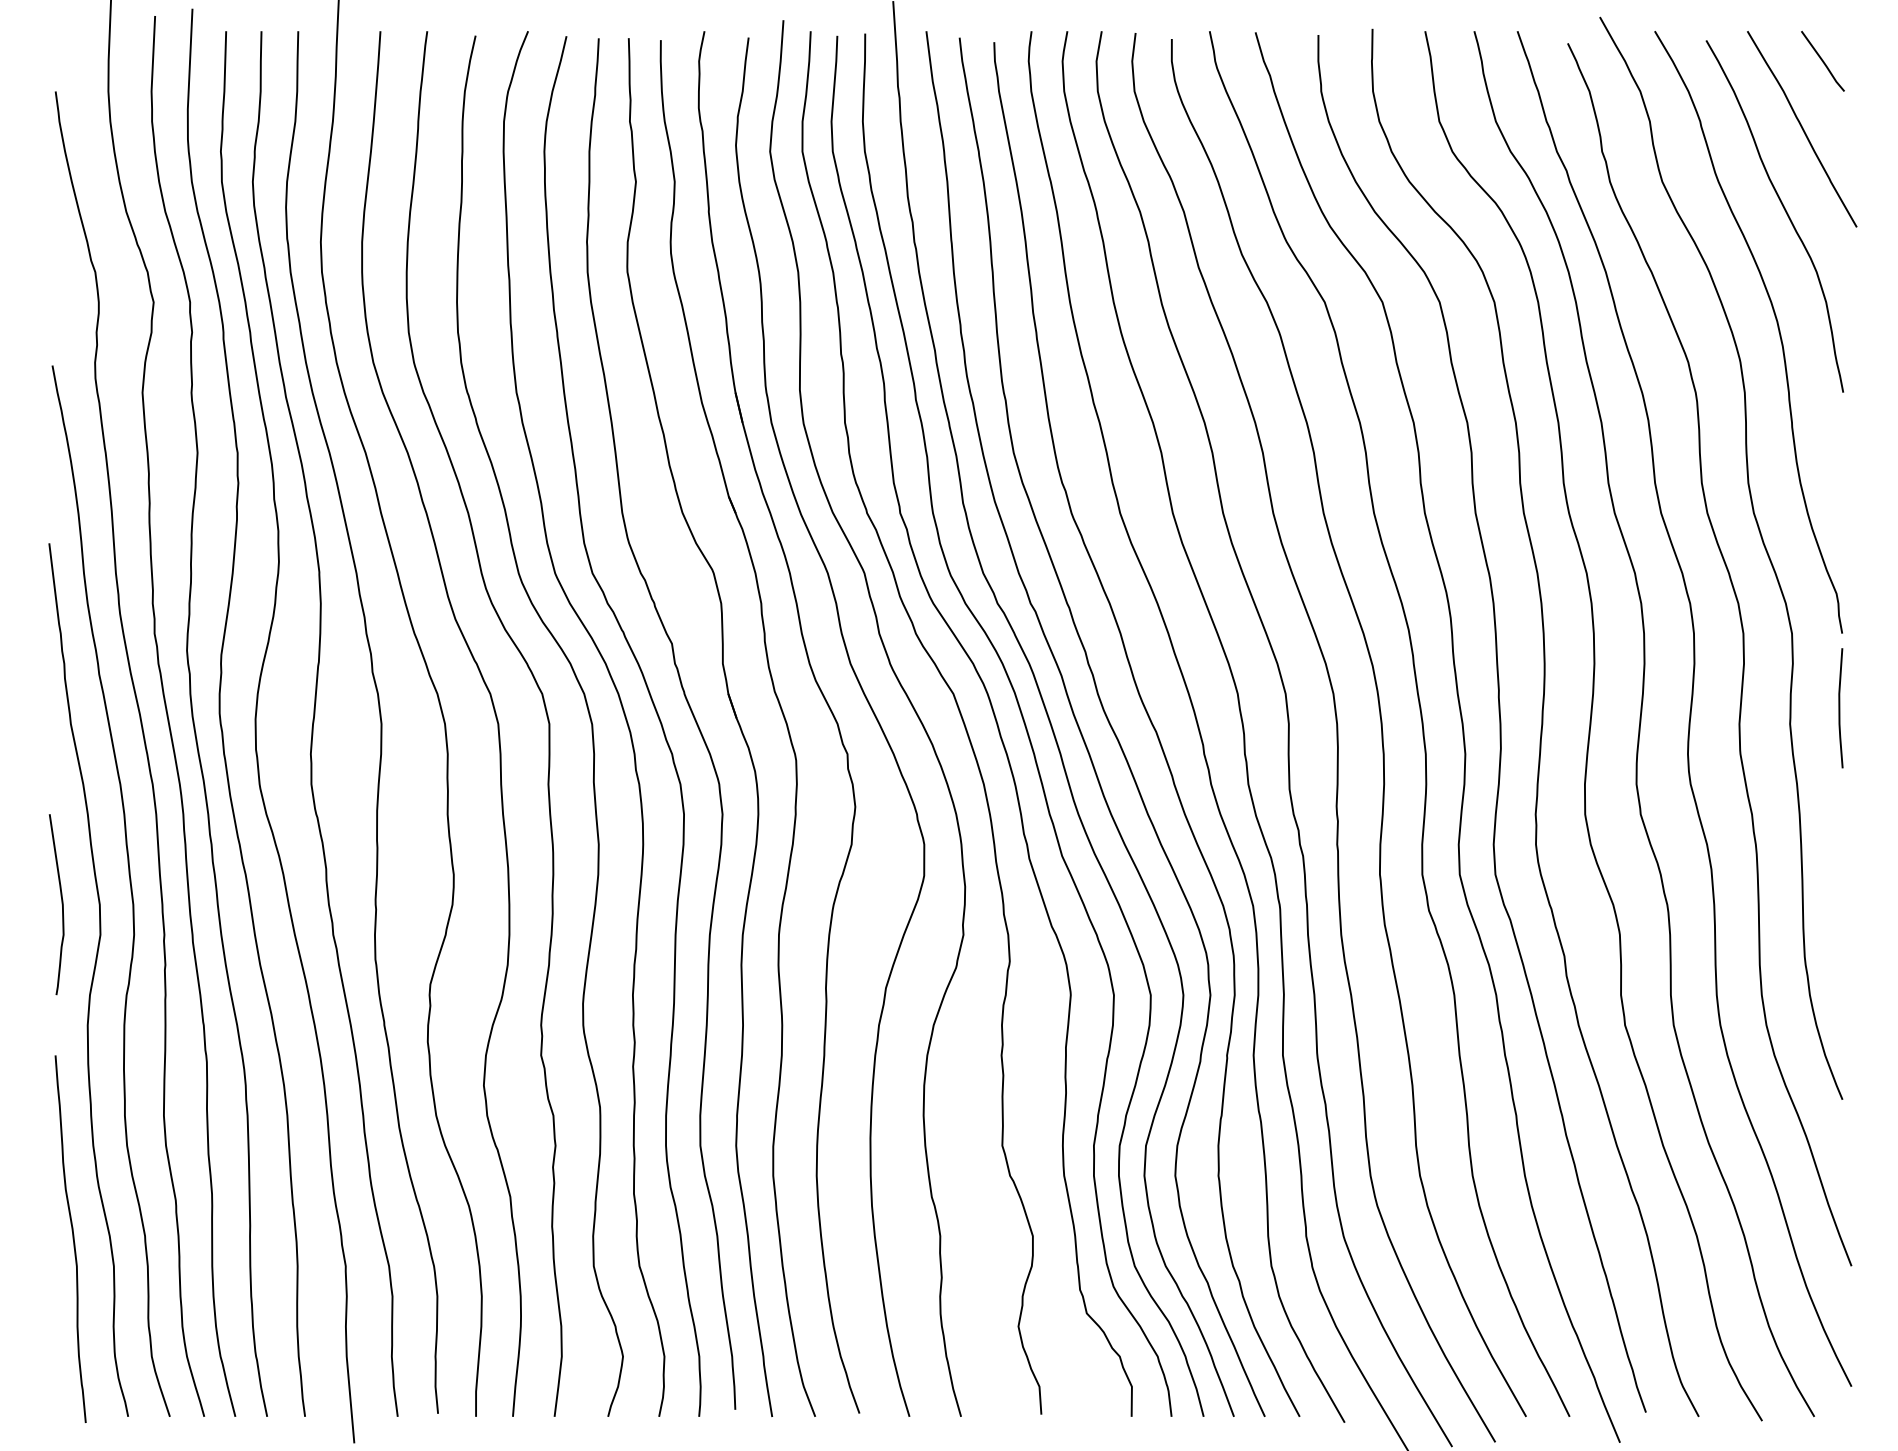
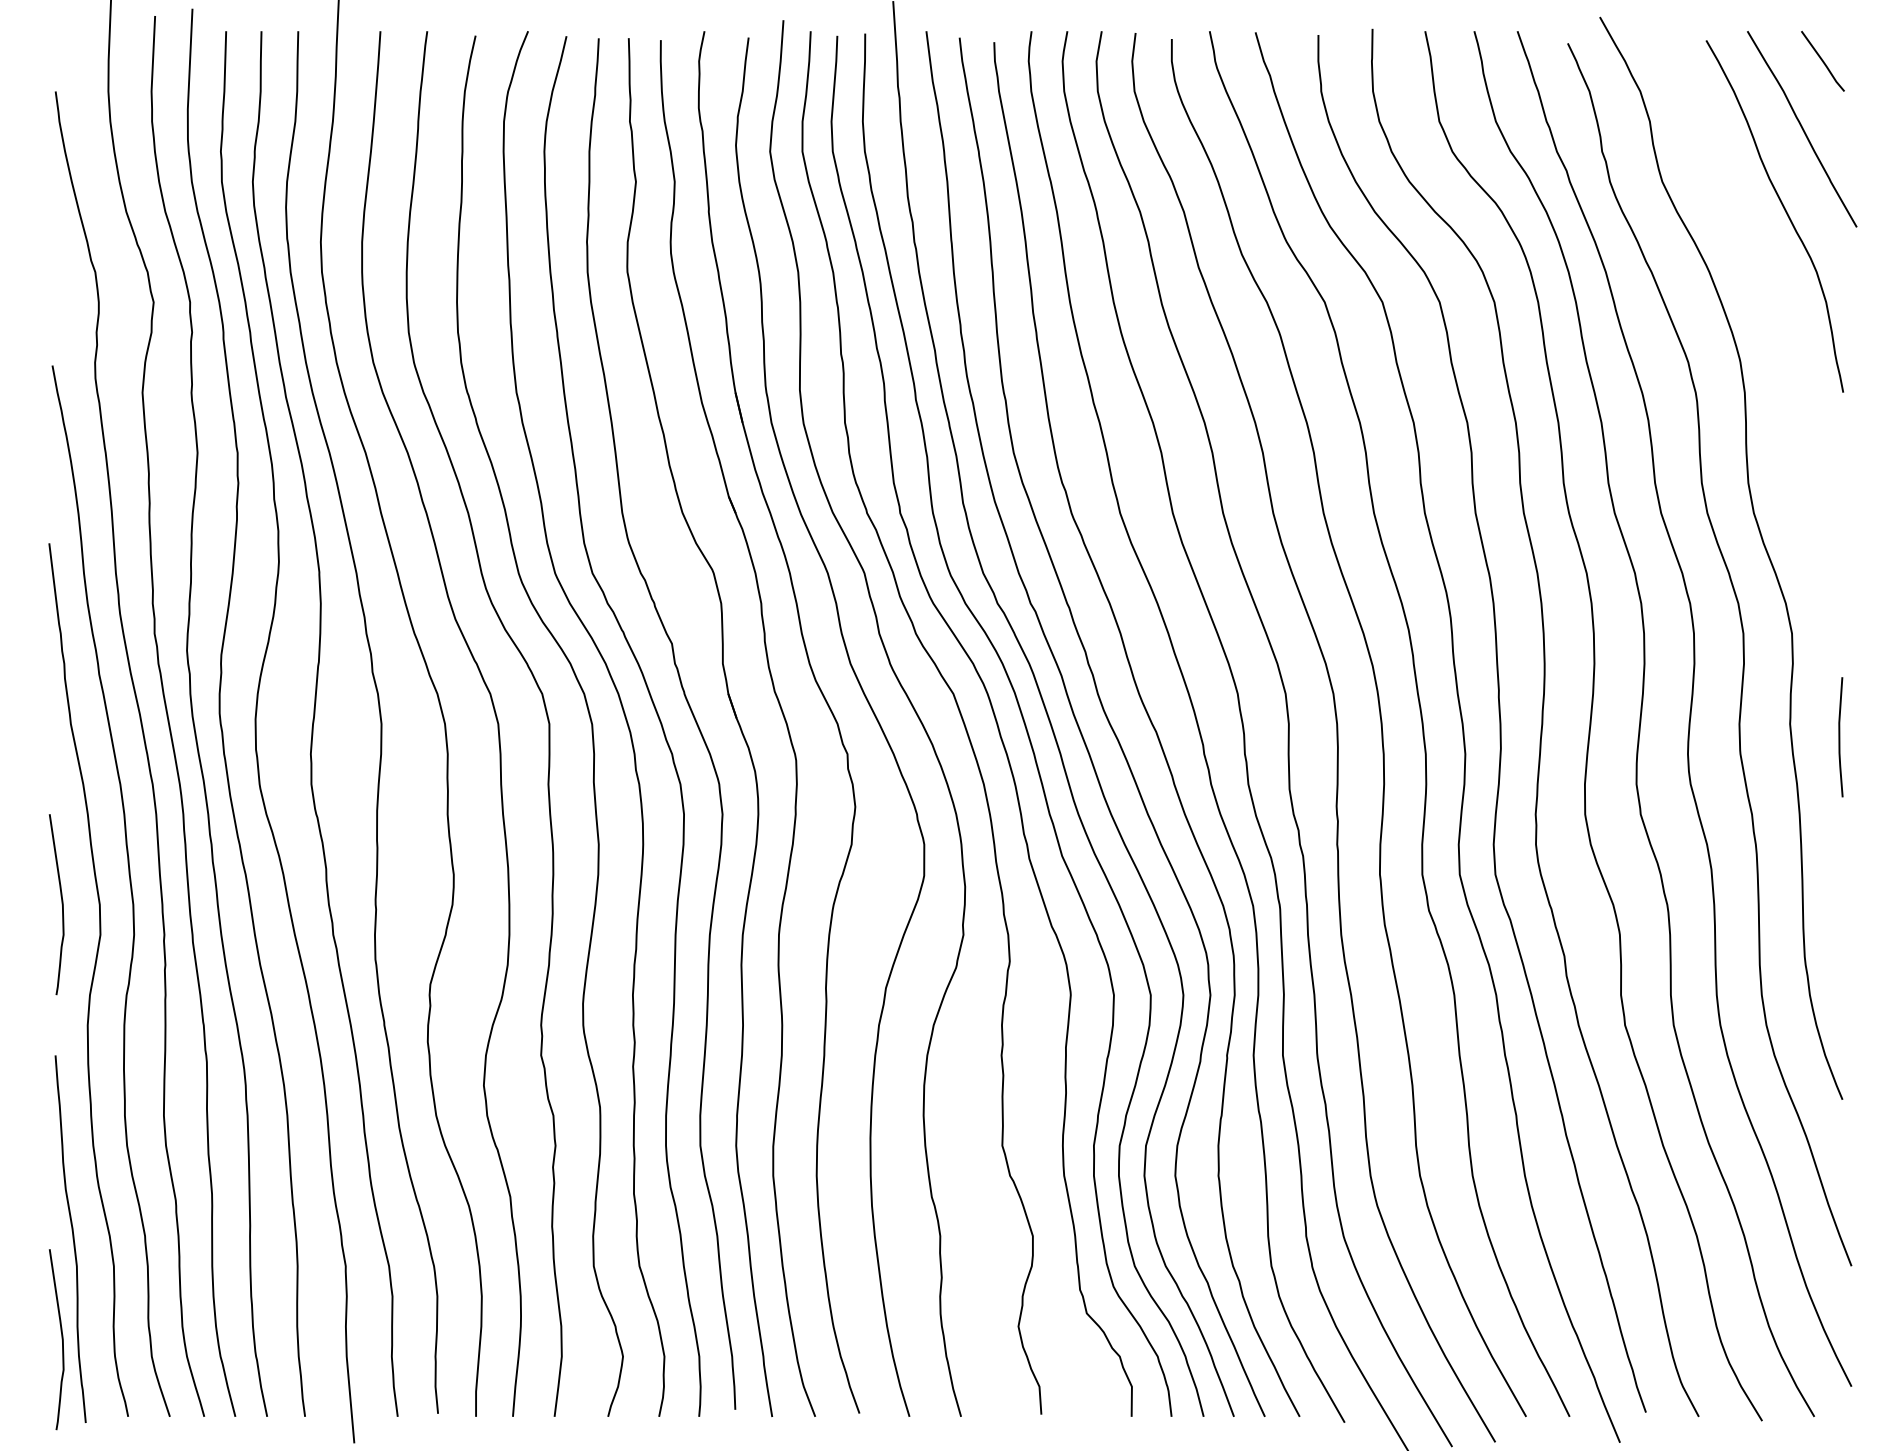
curve at (1777, 328): present -> none
line at (1840, 708) position: (1840, 708) -> (1840, 737)
curve at (61, 1339): none -> present
